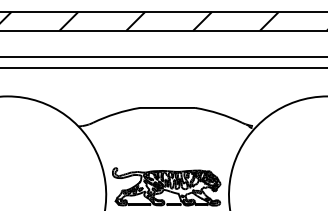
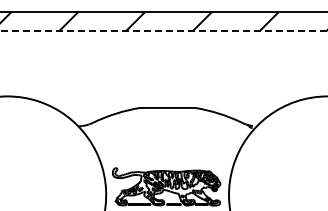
line at (163, 30): solid -> dashed
line at (163, 56): present -> none
line at (163, 67): present -> none
